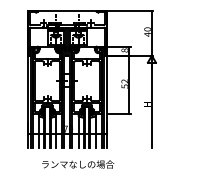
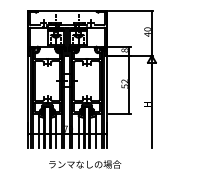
text at (78, 164) position: (78, 164) -> (85, 164)
